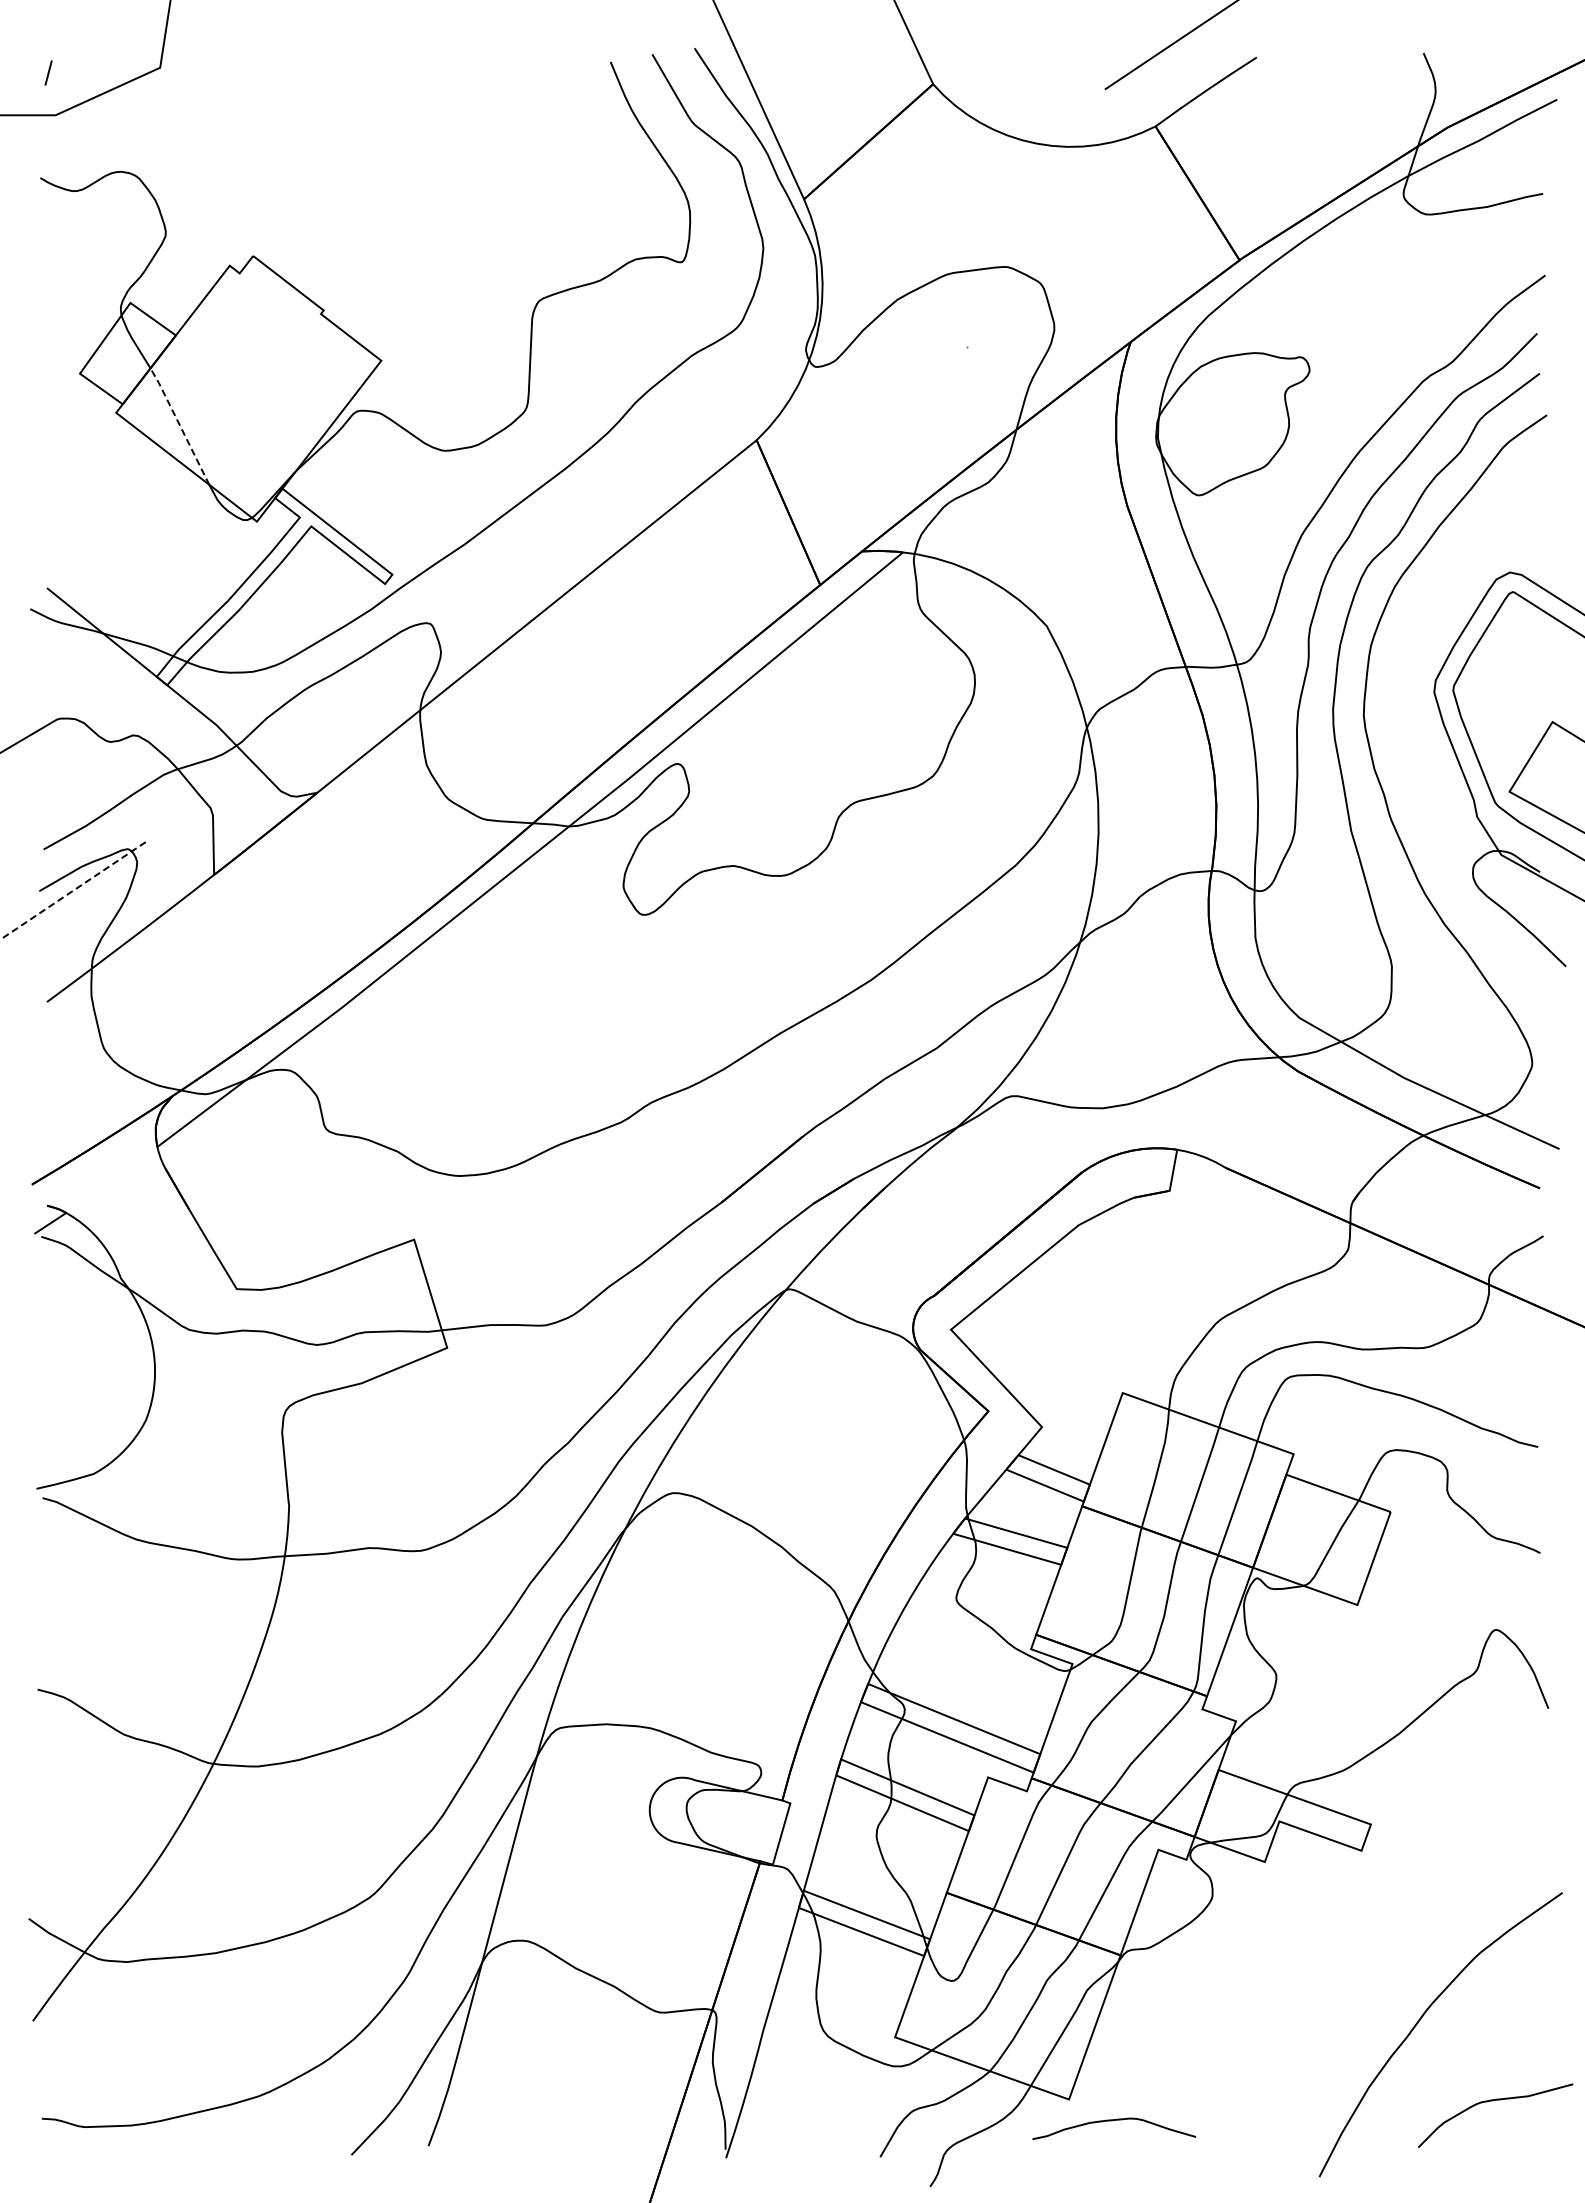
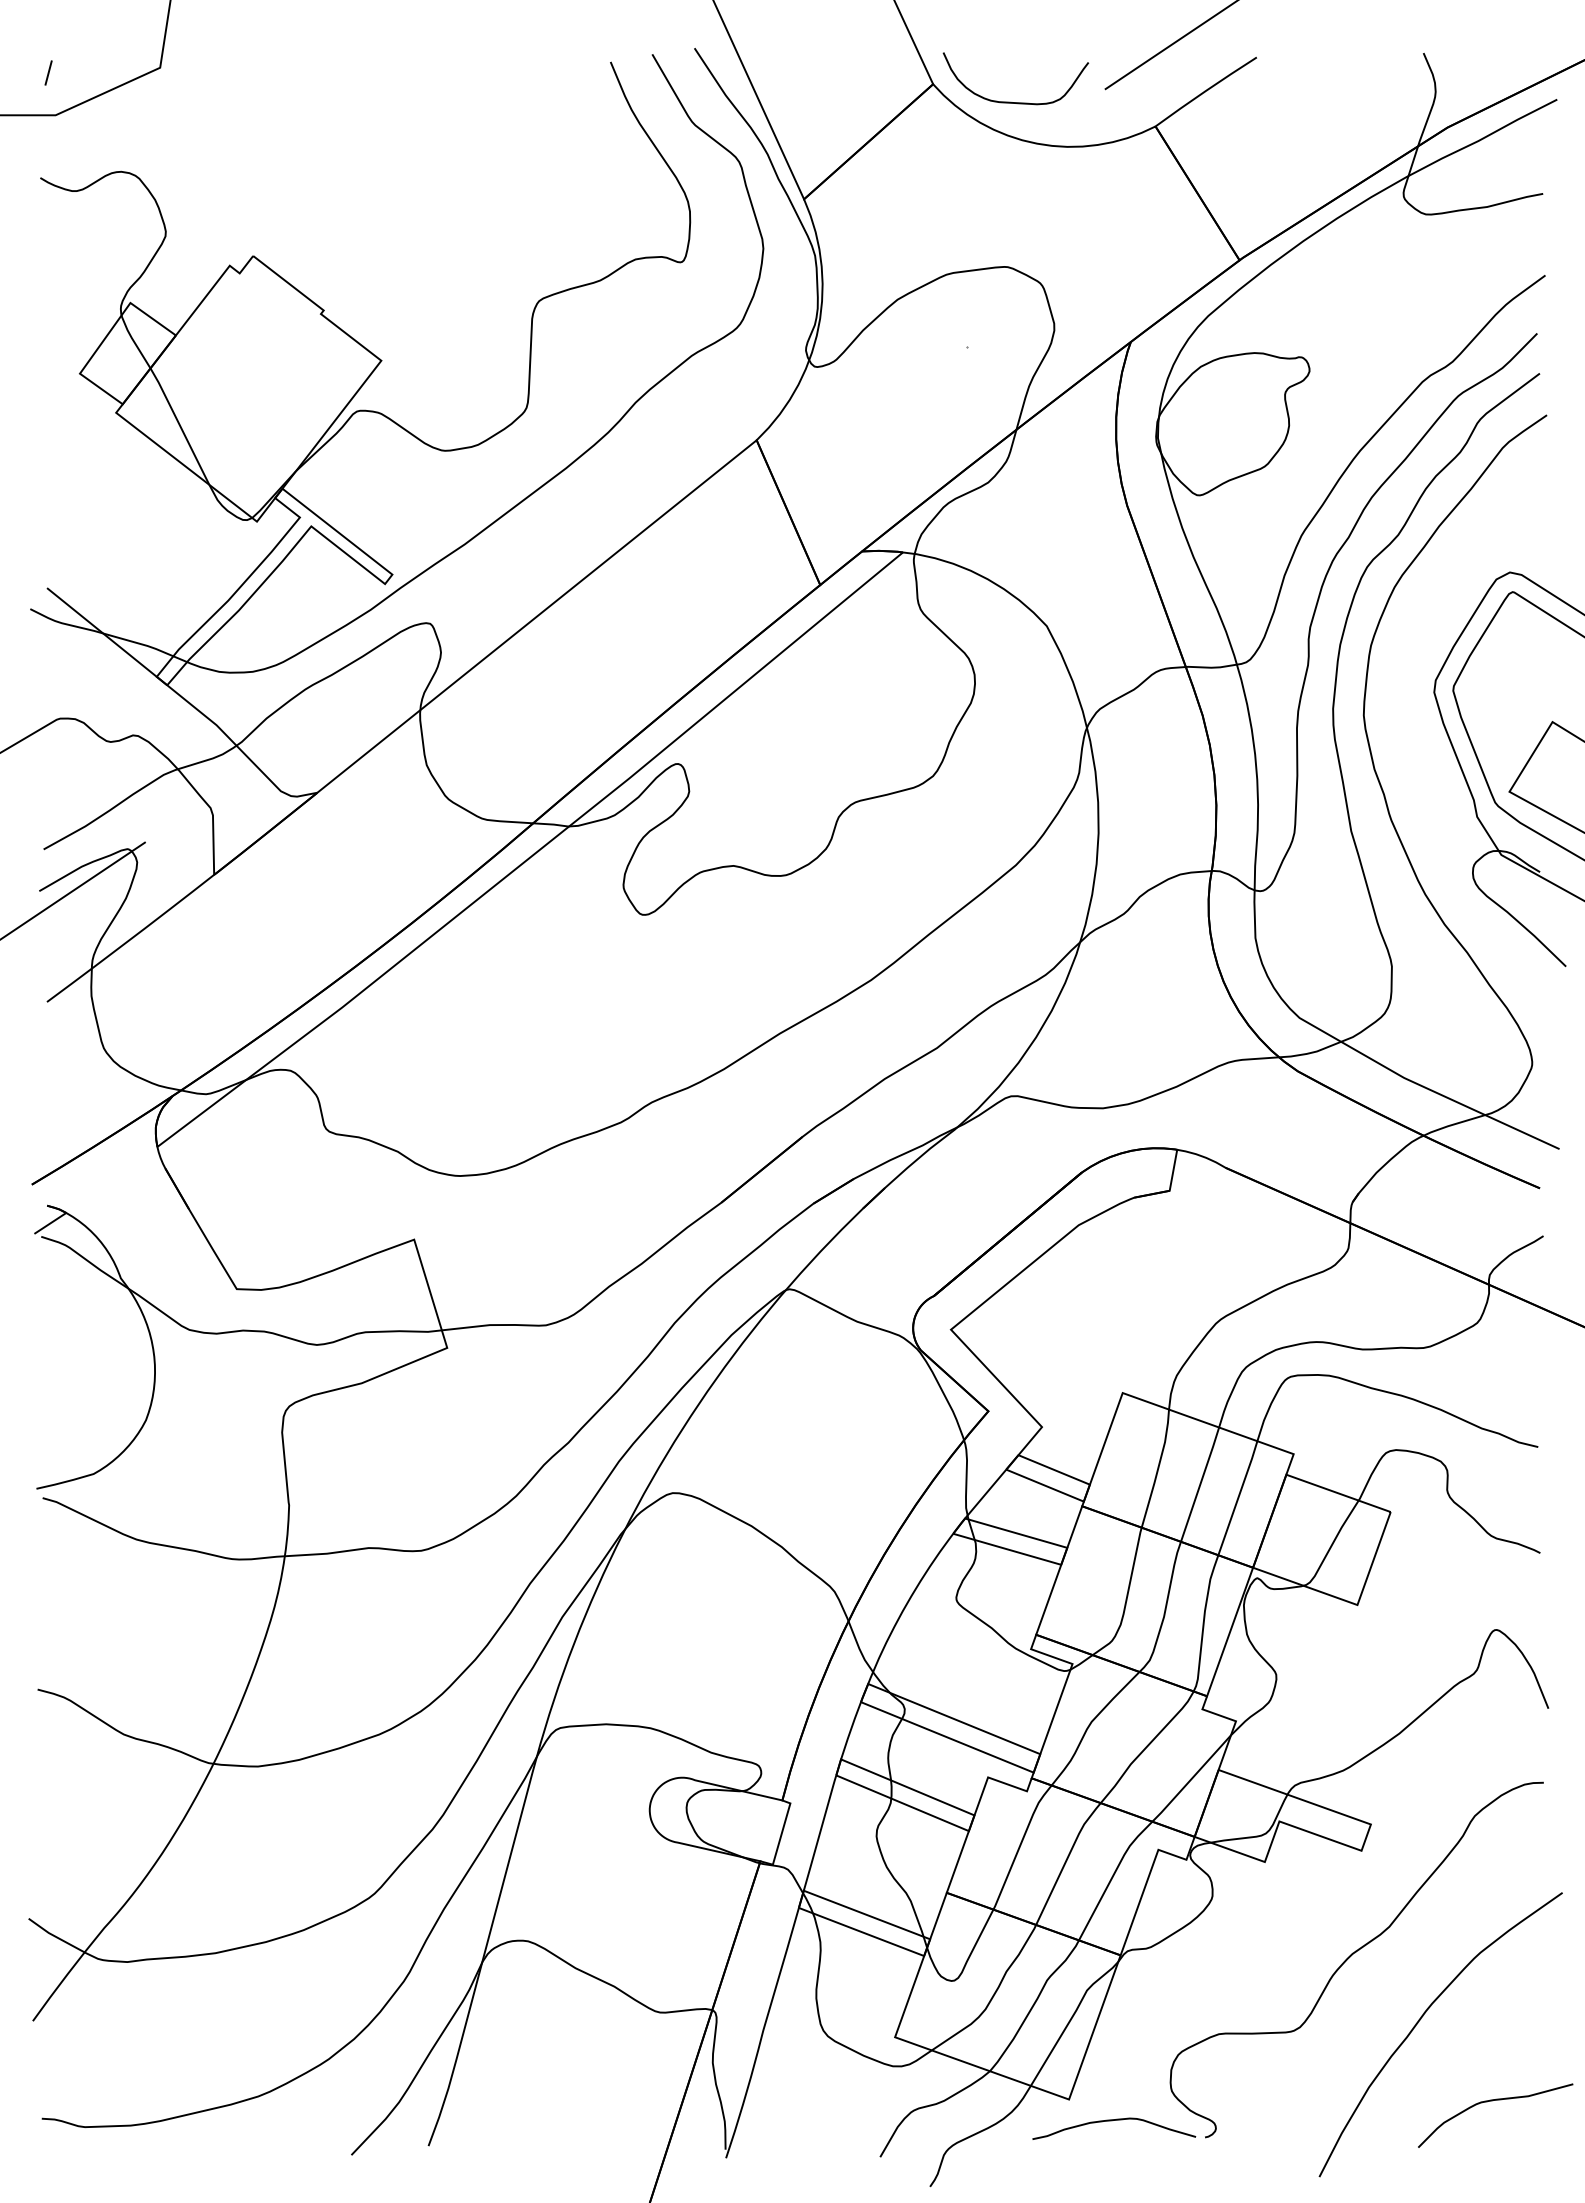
curve at (1010, 101): none -> present
line at (179, 425): dashed -> solid
line at (72, 891): dashed -> solid
curve at (1352, 1955): none -> present
